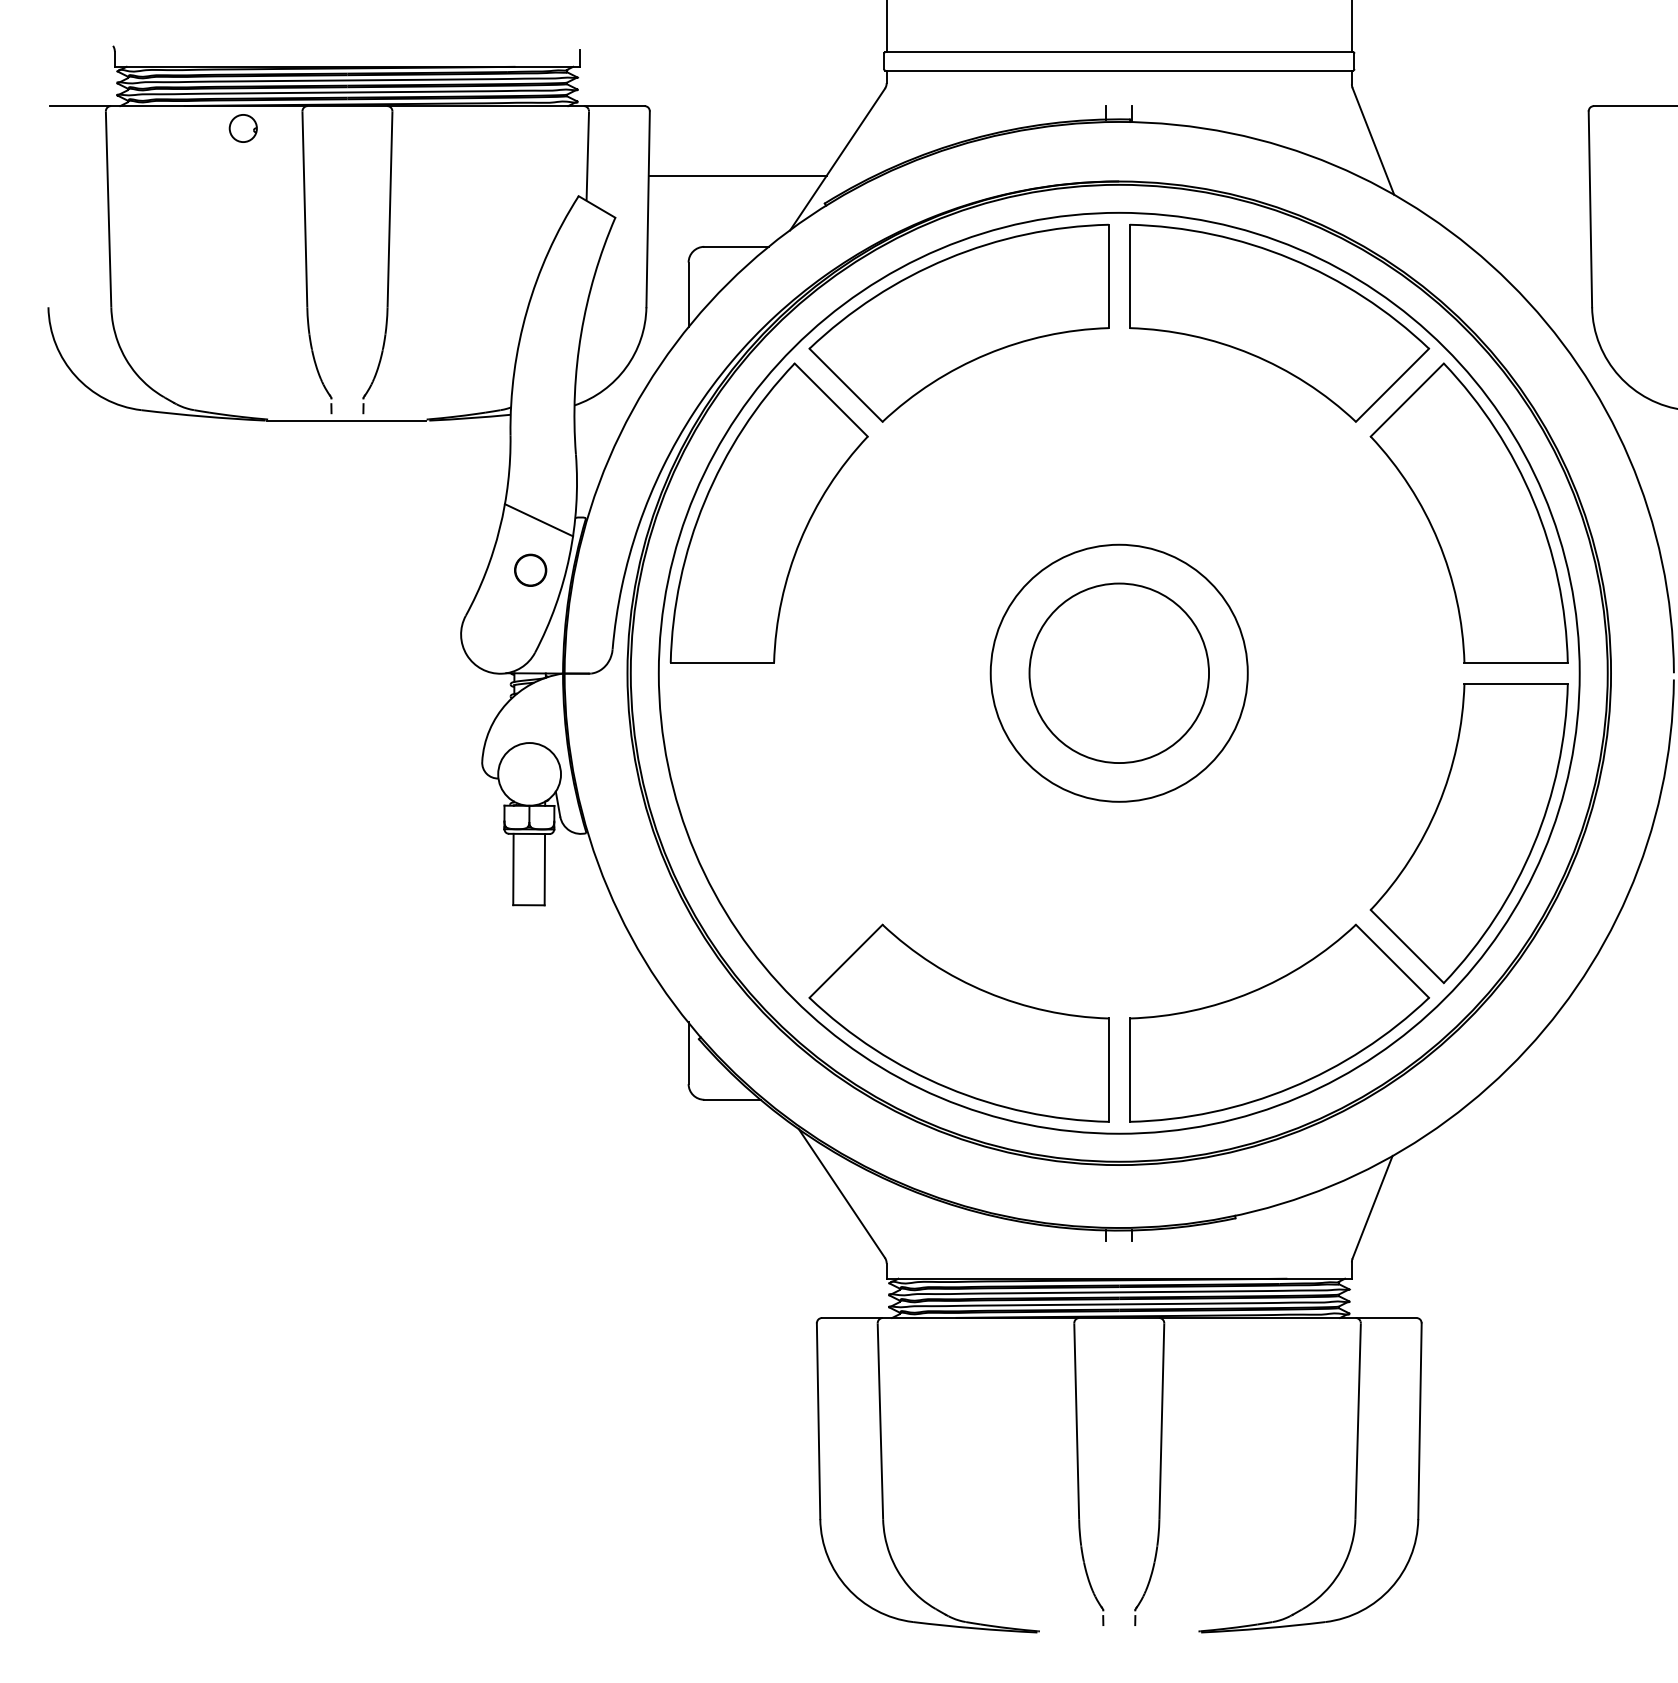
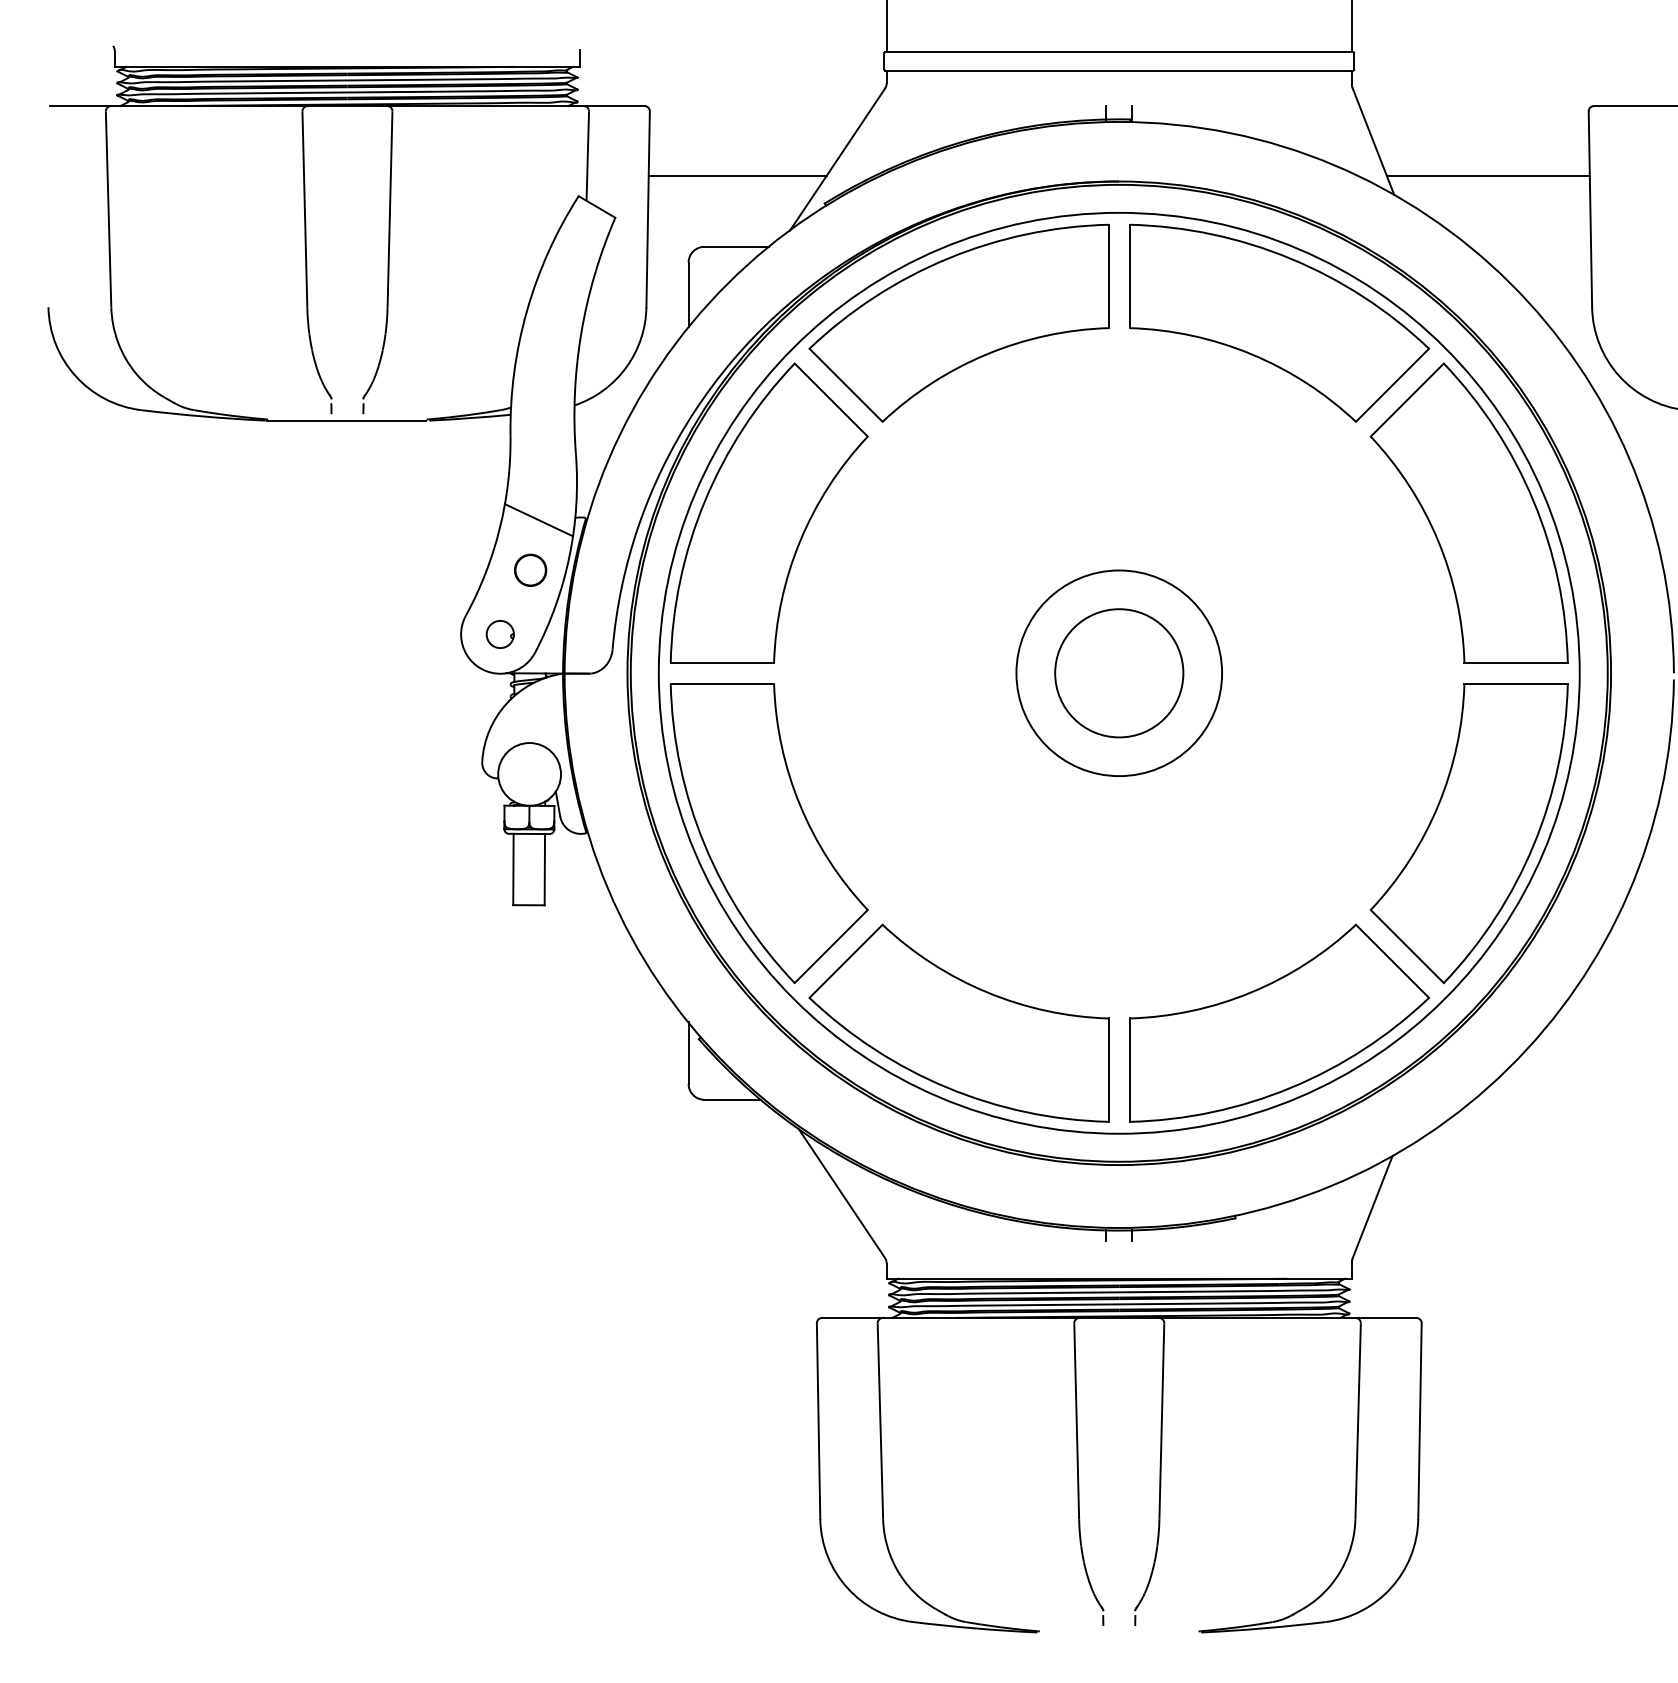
part at (242, 128) position: (242, 128) -> (499, 634)
line at (1487, 175): none -> present
circle at (1118, 672) diameter: 257 px -> 206 px
circle at (1119, 673) diameter: 179 px -> 128 px
part at (768, 833): none -> present
